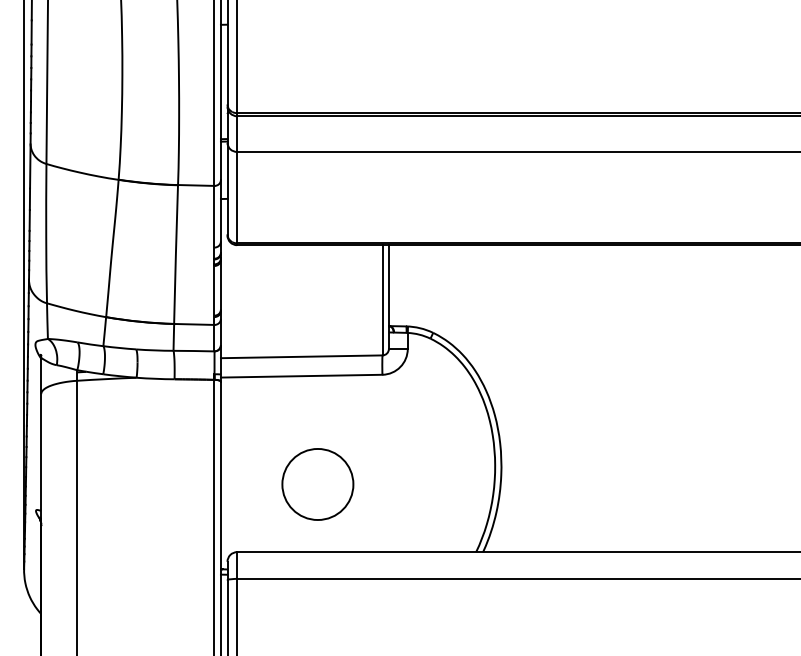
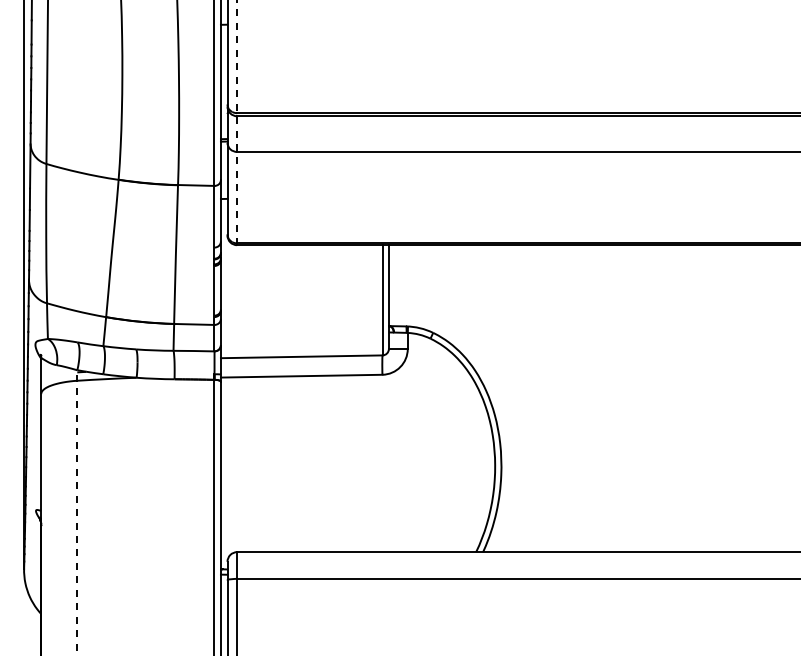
line at (237, 122): solid -> dashed
circle at (317, 484): present -> none
line at (77, 512): solid -> dashed
